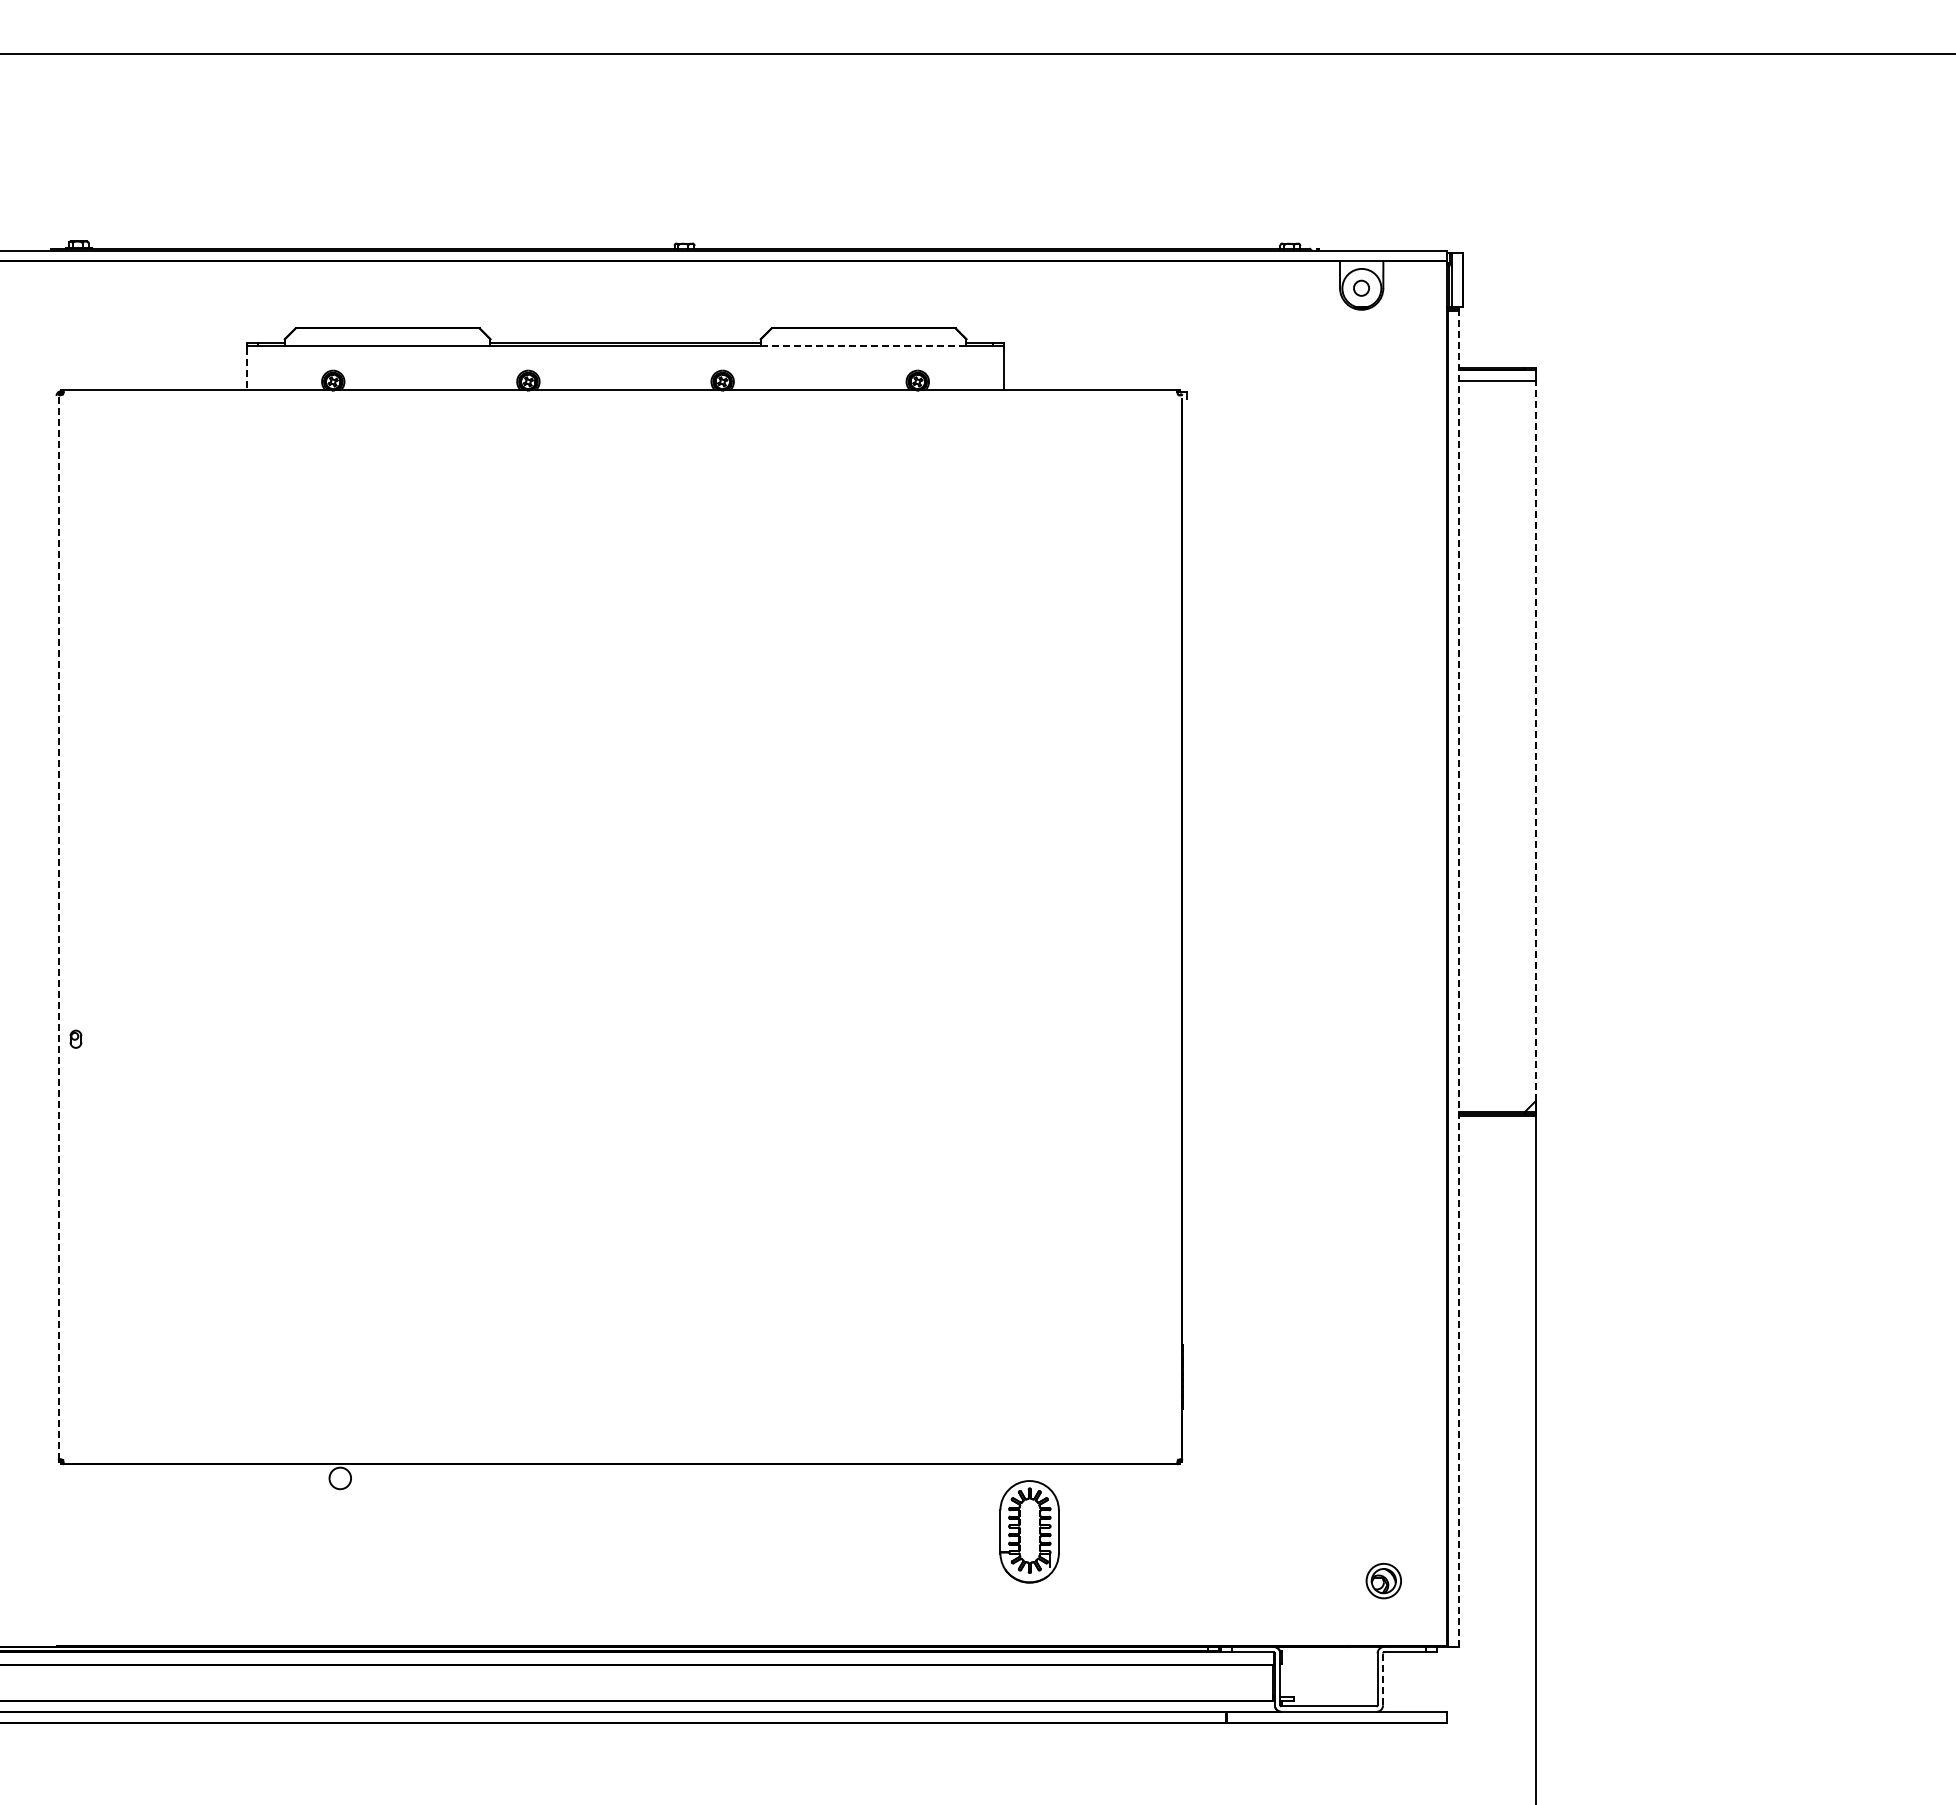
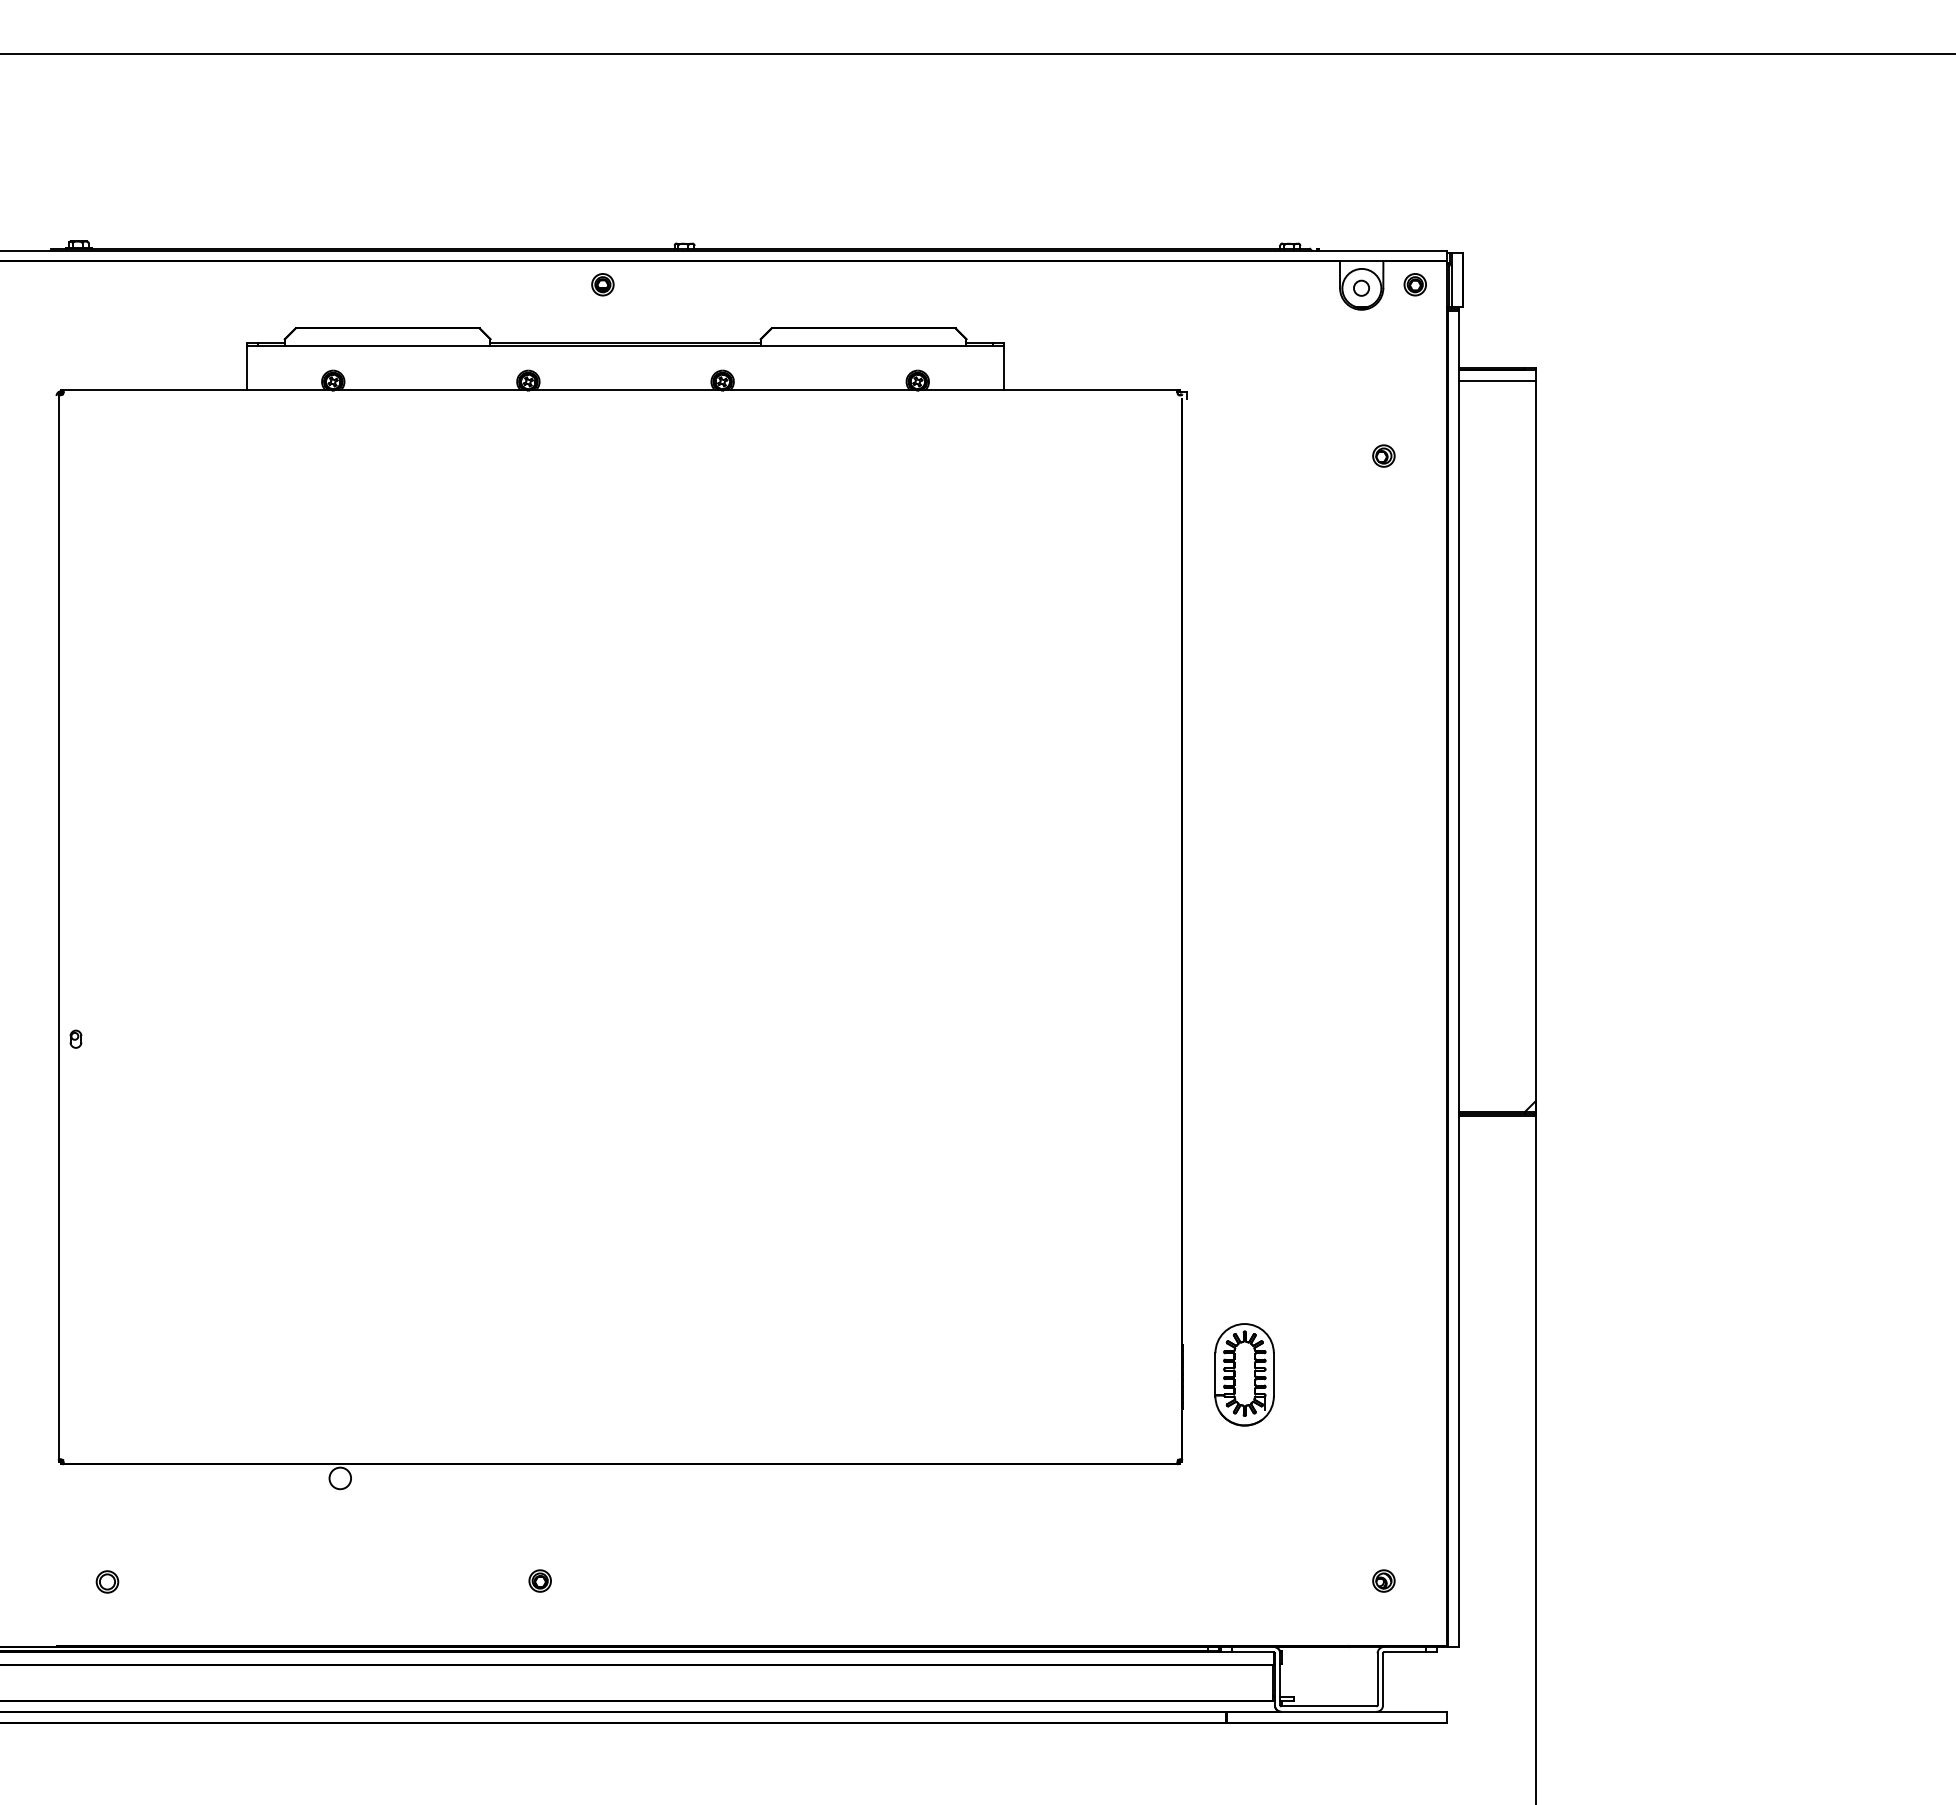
part at (602, 284): none -> present
part at (1414, 284): none -> present
line at (863, 345): dashed -> solid
line at (247, 369): dashed -> solid
part at (1383, 455): none -> present
line at (1535, 740): dashed -> solid
line at (58, 926): dashed -> solid
line at (1458, 978): dashed -> solid
part at (1029, 1531) position: (1029, 1531) -> (1244, 1374)
part at (539, 1580): none -> present
part at (107, 1581): none -> present
part at (1383, 1581) size: 37x37 px -> 24x24 px
line at (1383, 1679): dashed -> solid
